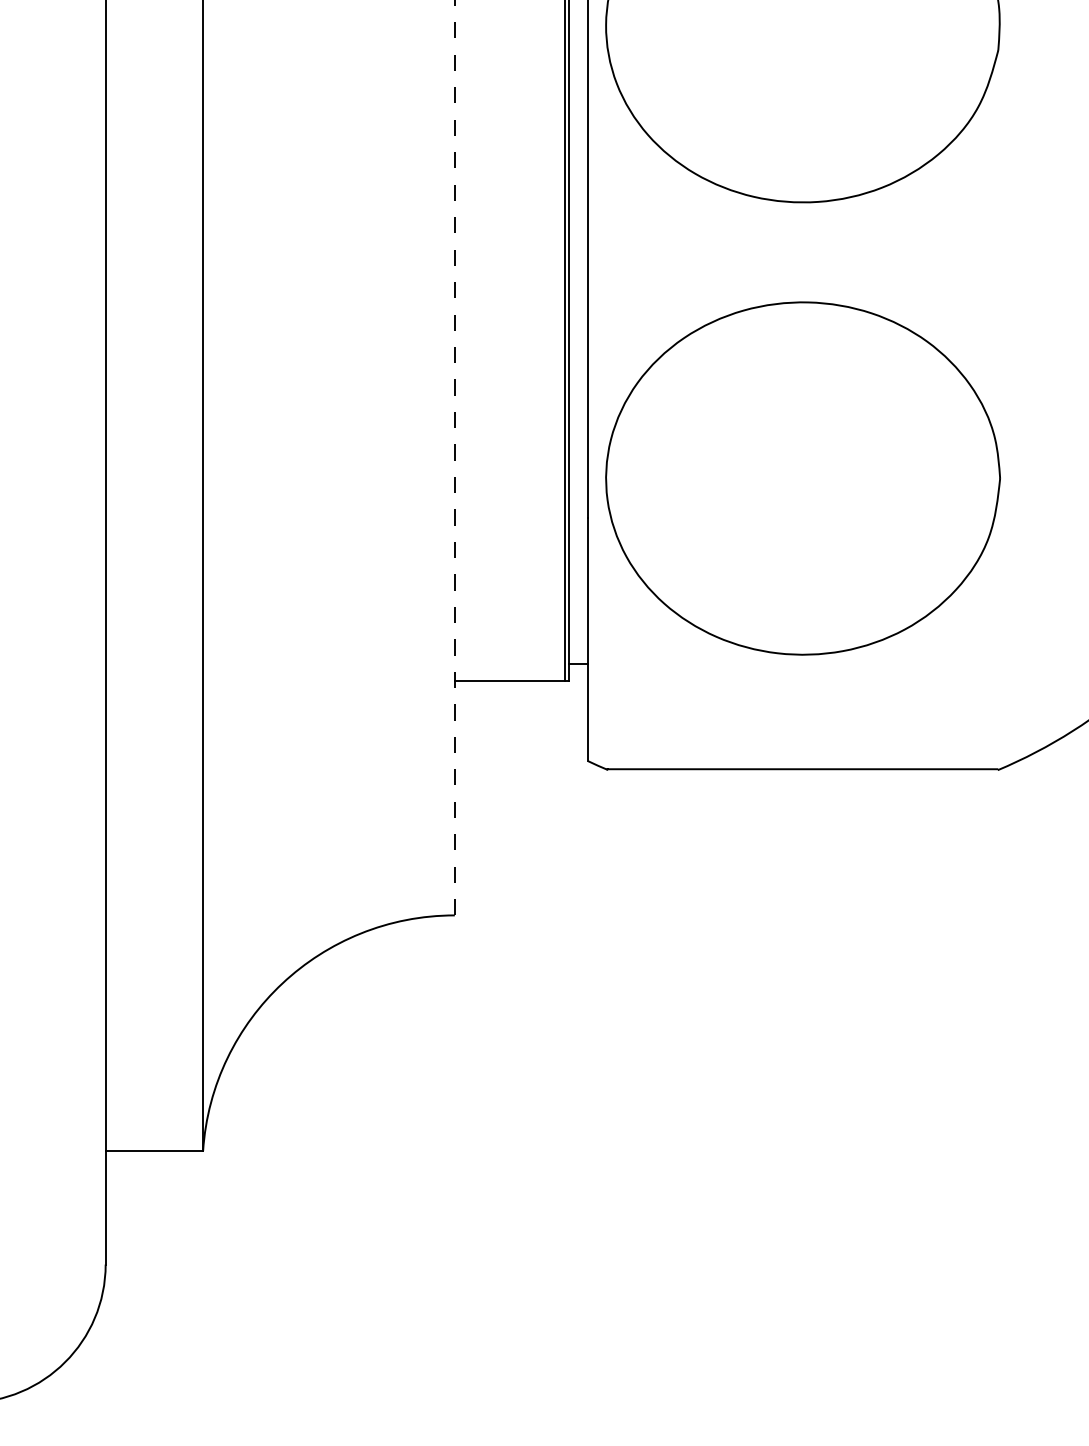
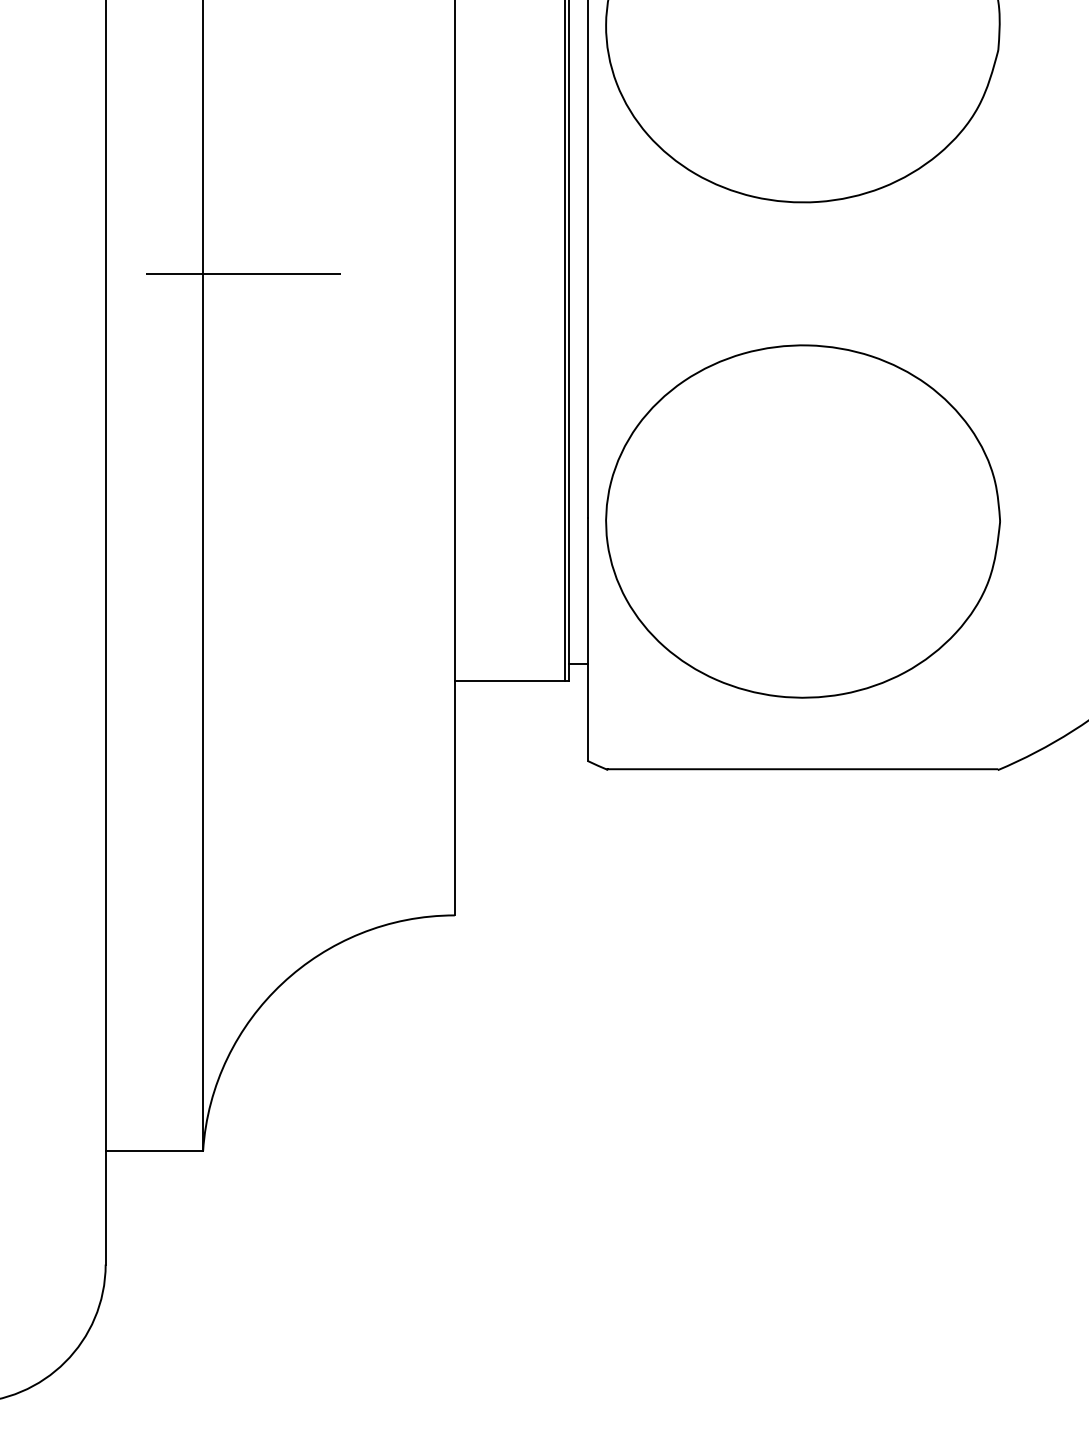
line at (243, 273): none -> present
line at (454, 457): dashed -> solid
part at (802, 478) position: (802, 478) -> (802, 521)
